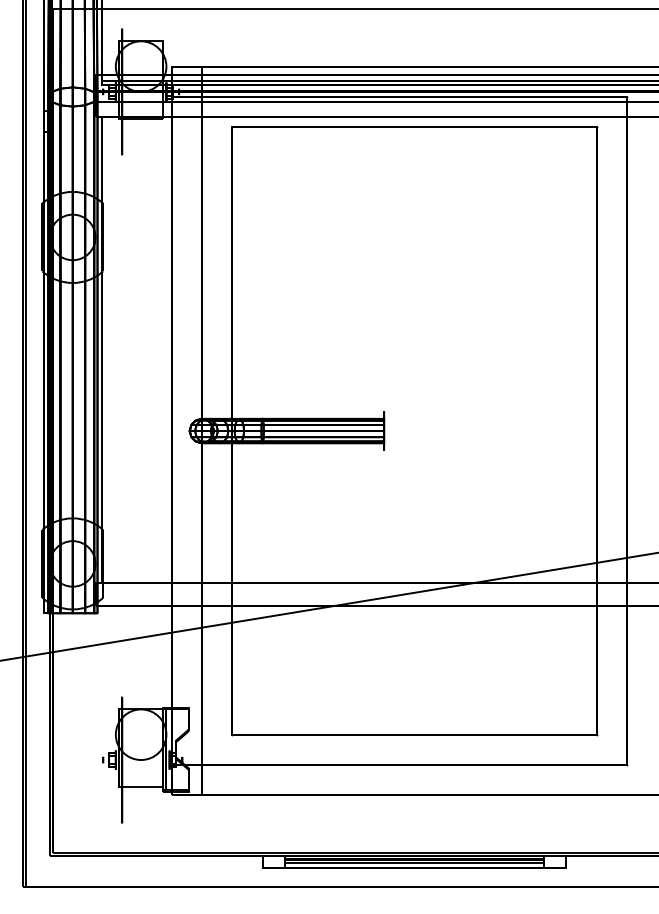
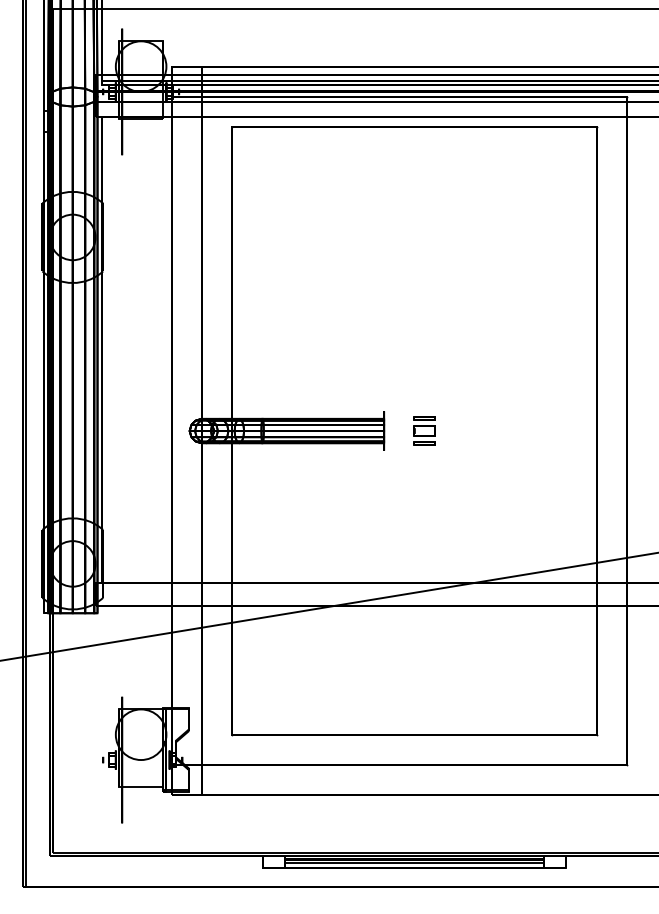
part at (424, 430): none -> present
